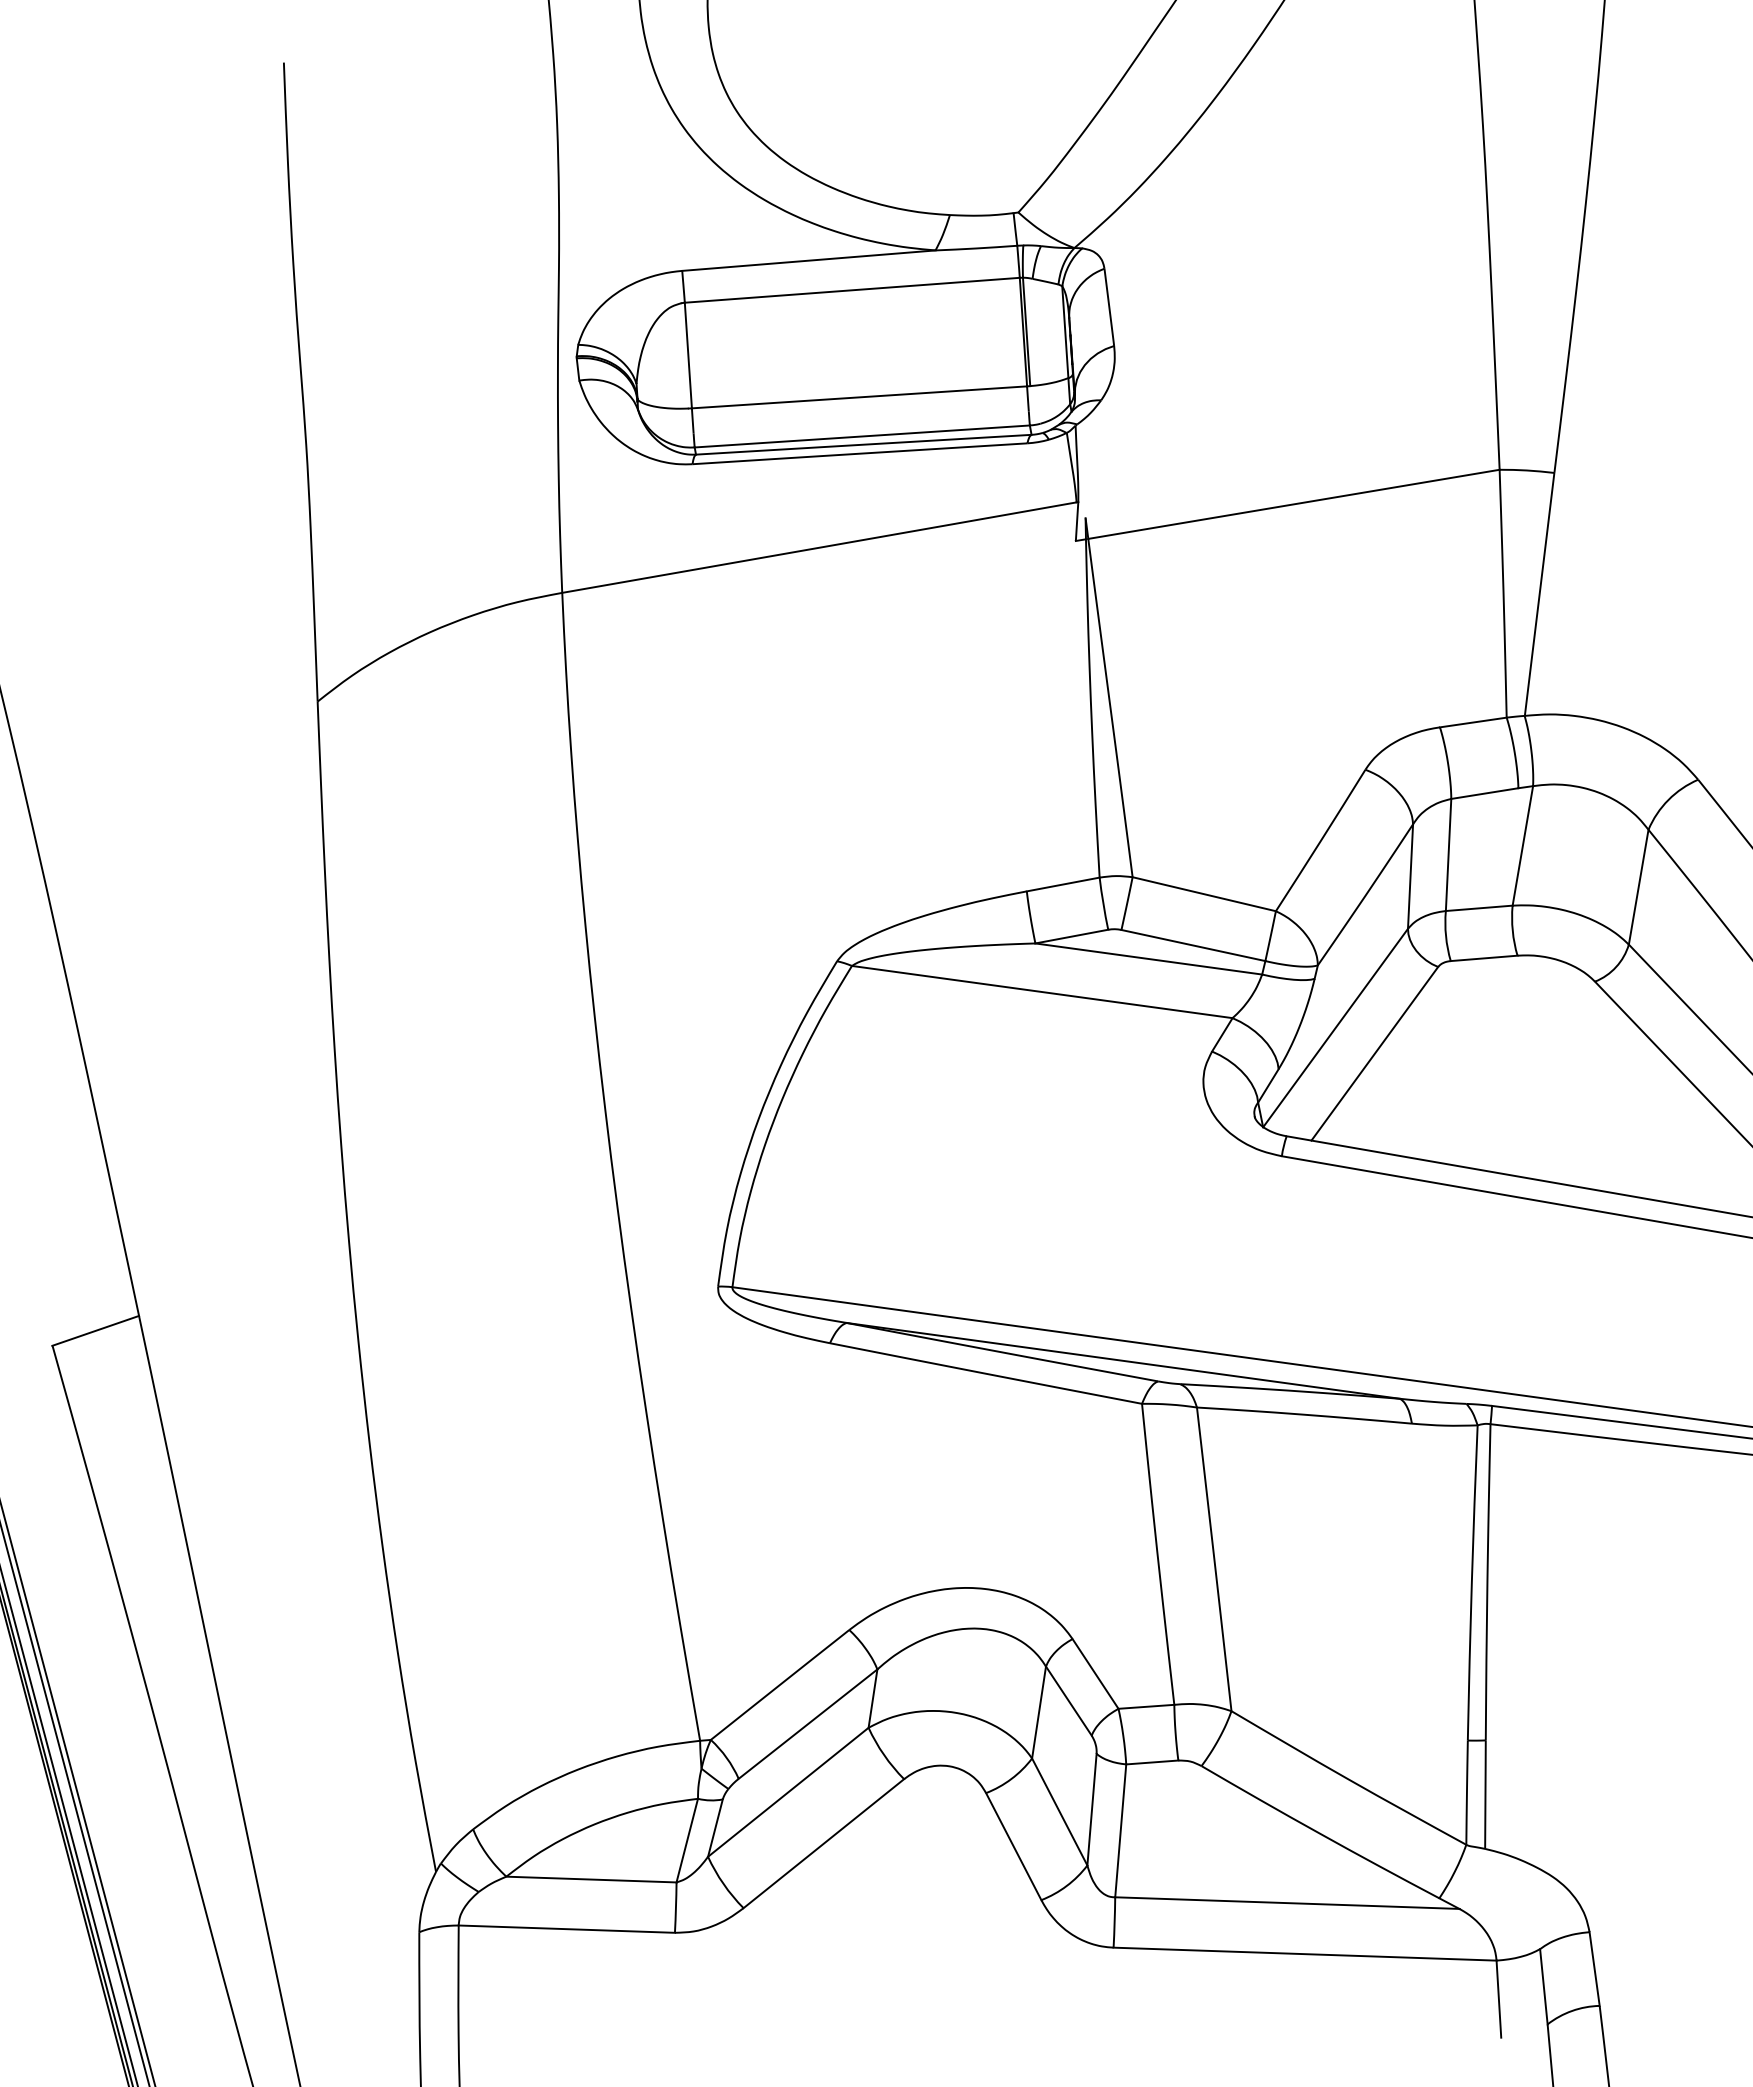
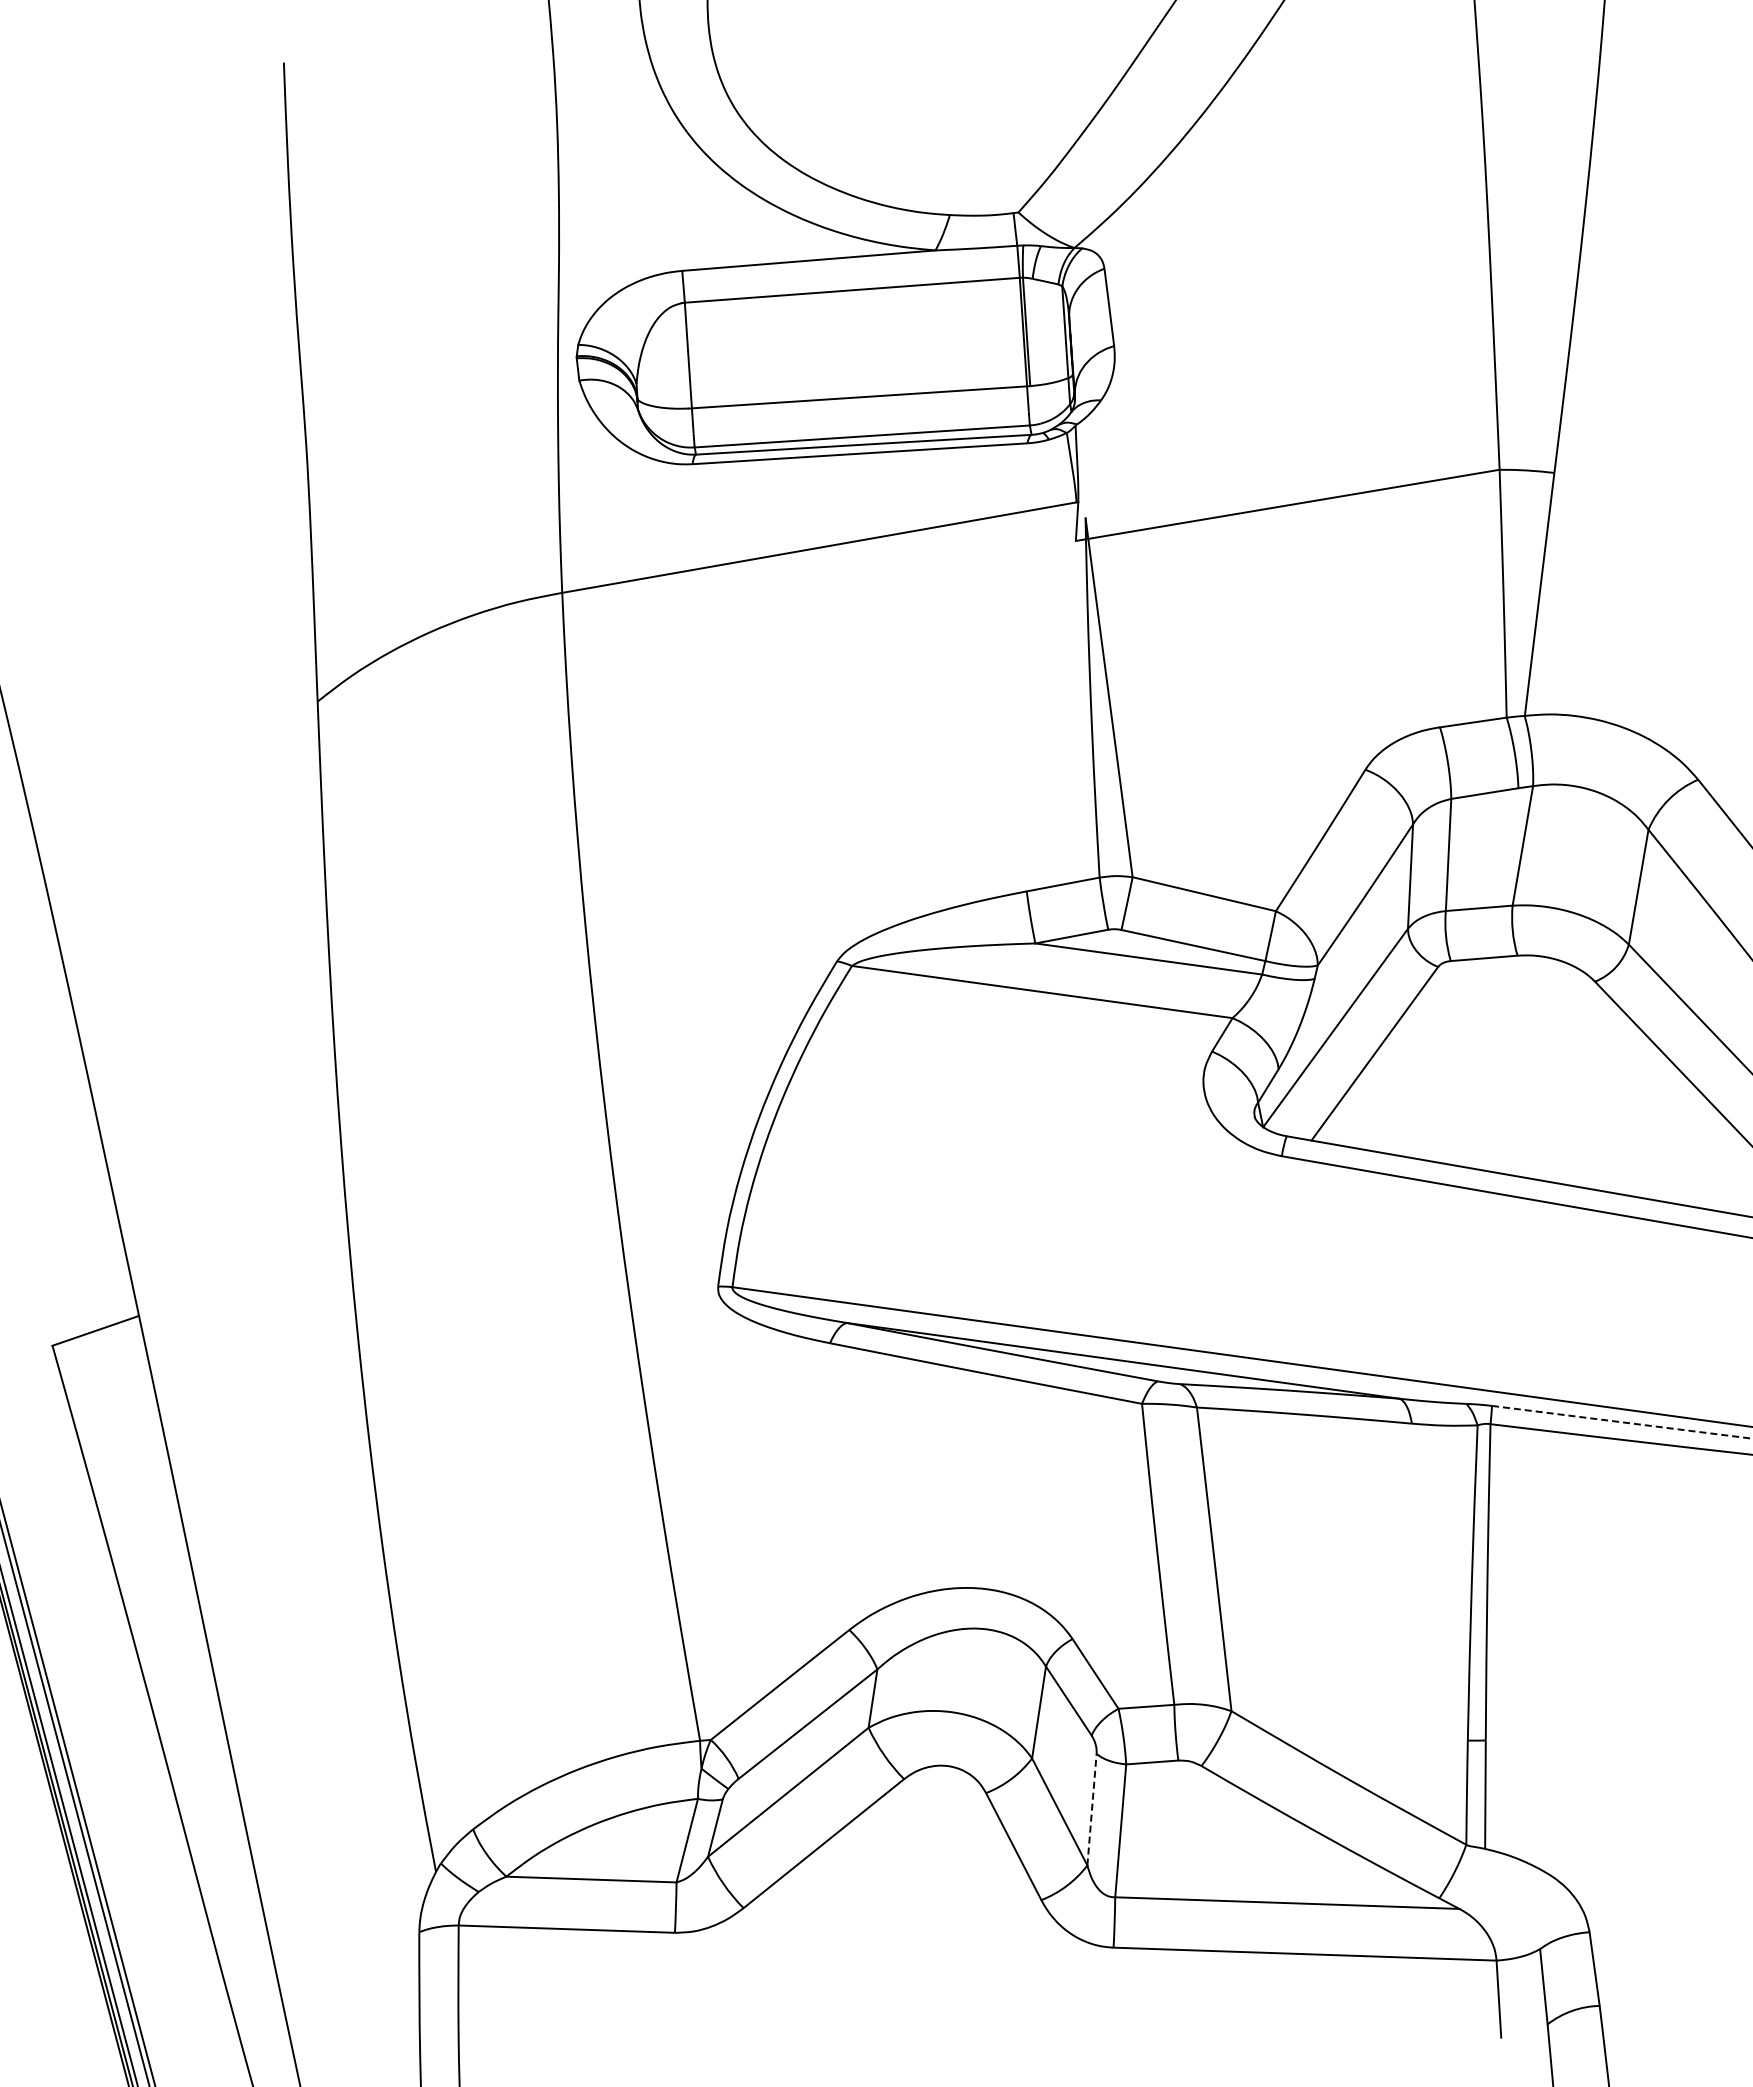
line at (1622, 1422): solid -> dashed
line at (1092, 1809): solid -> dashed
